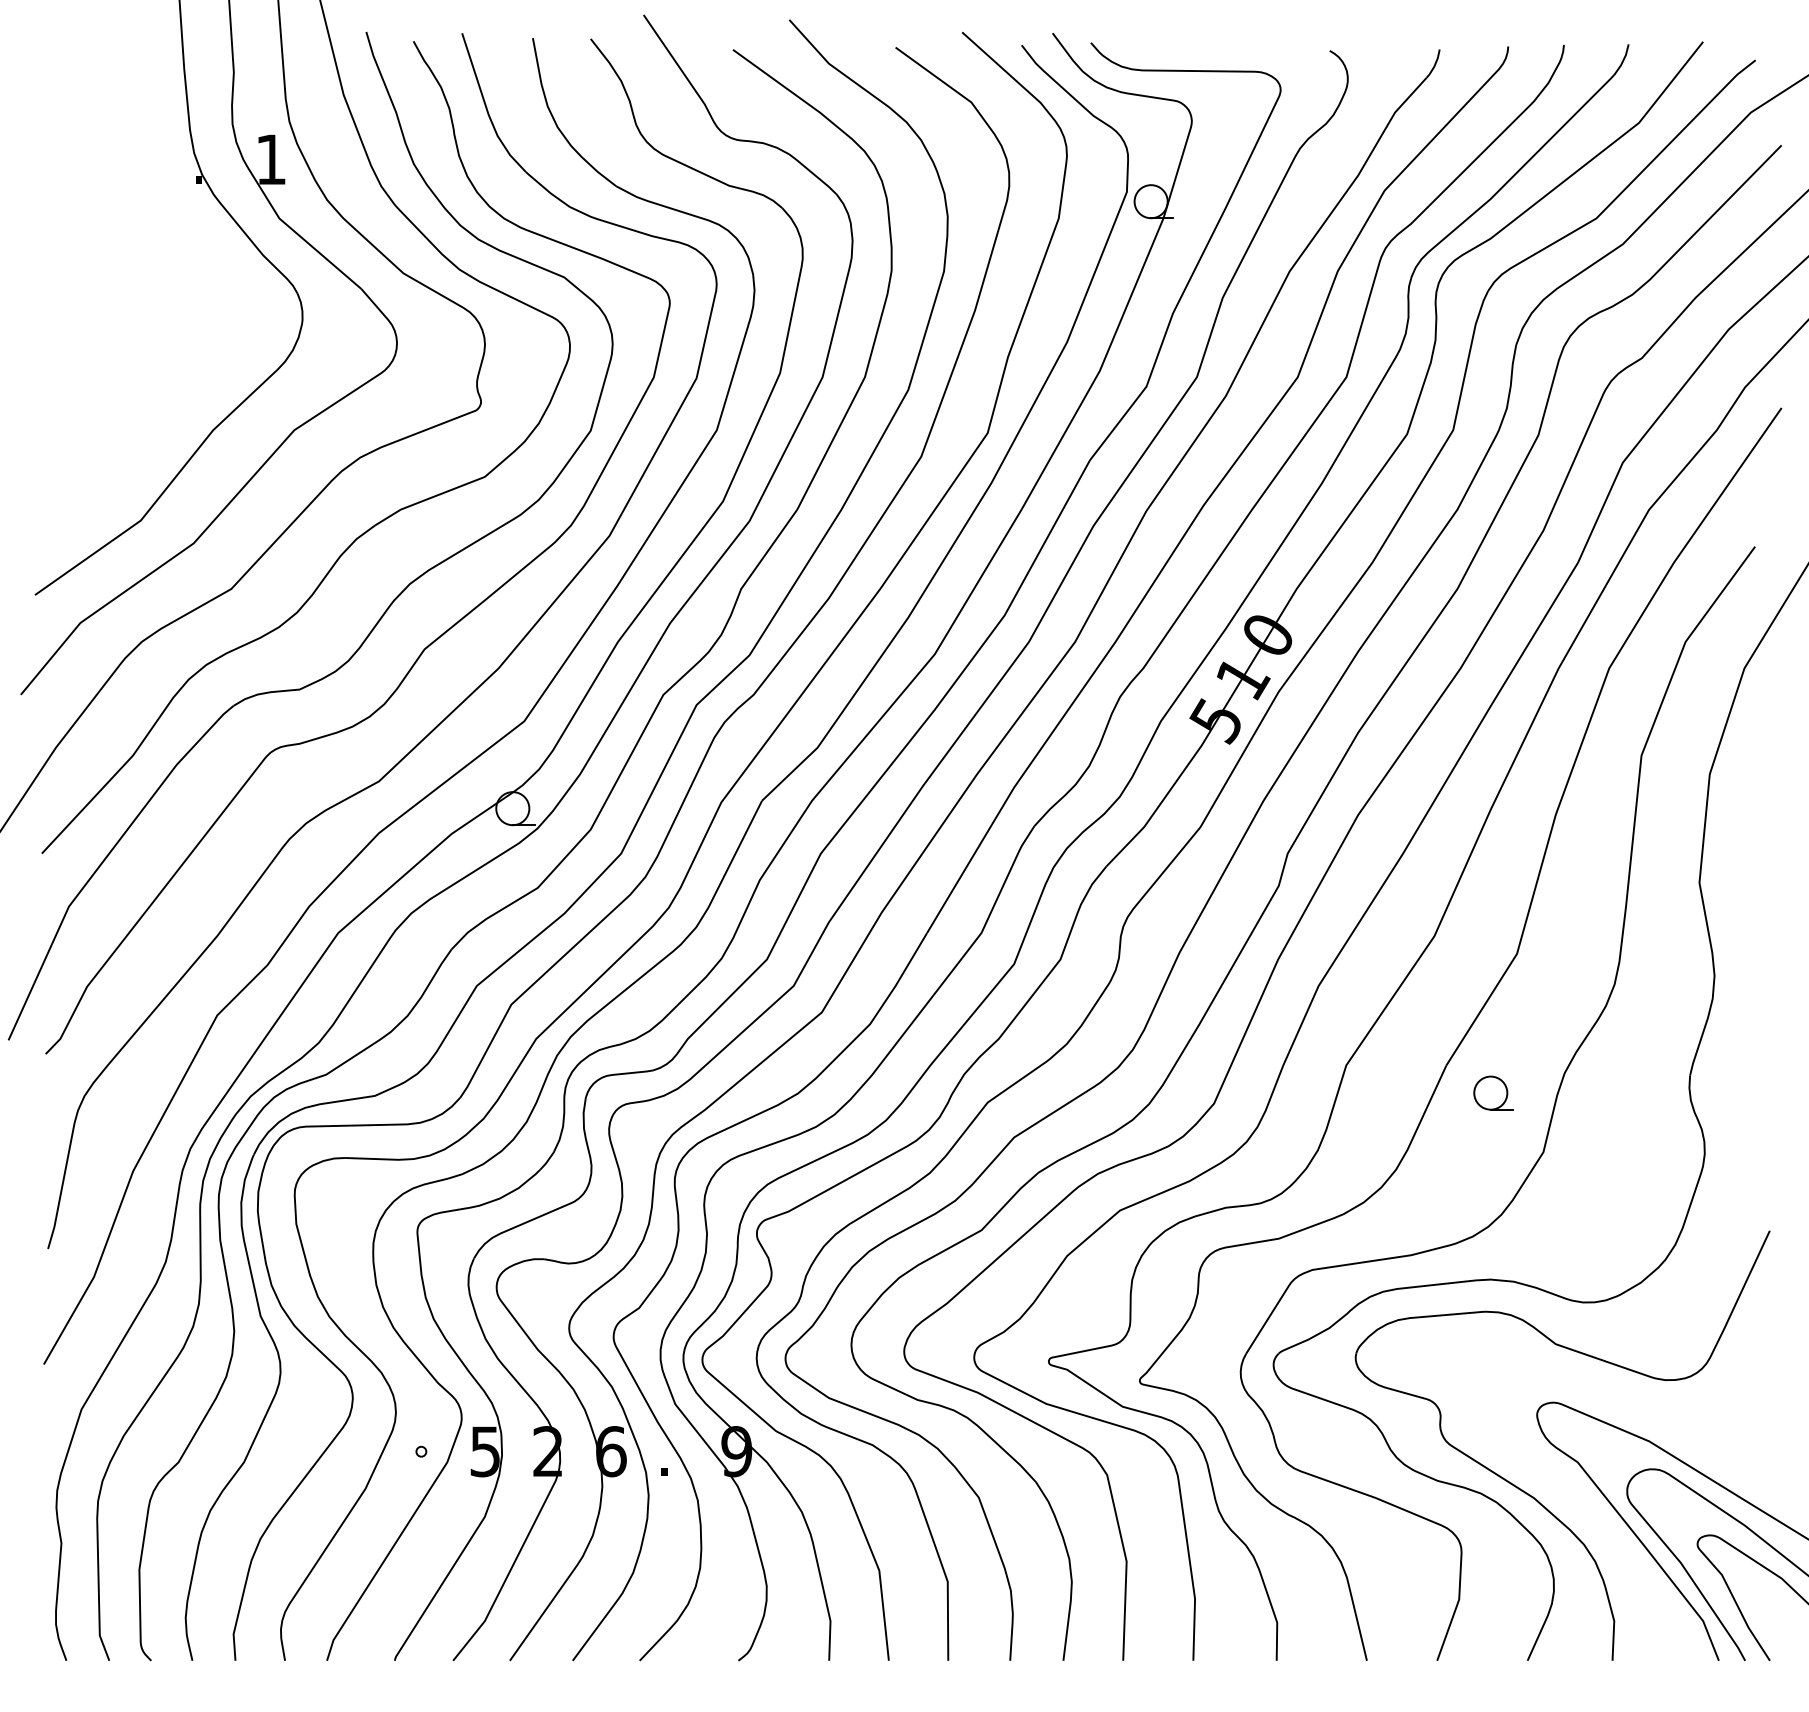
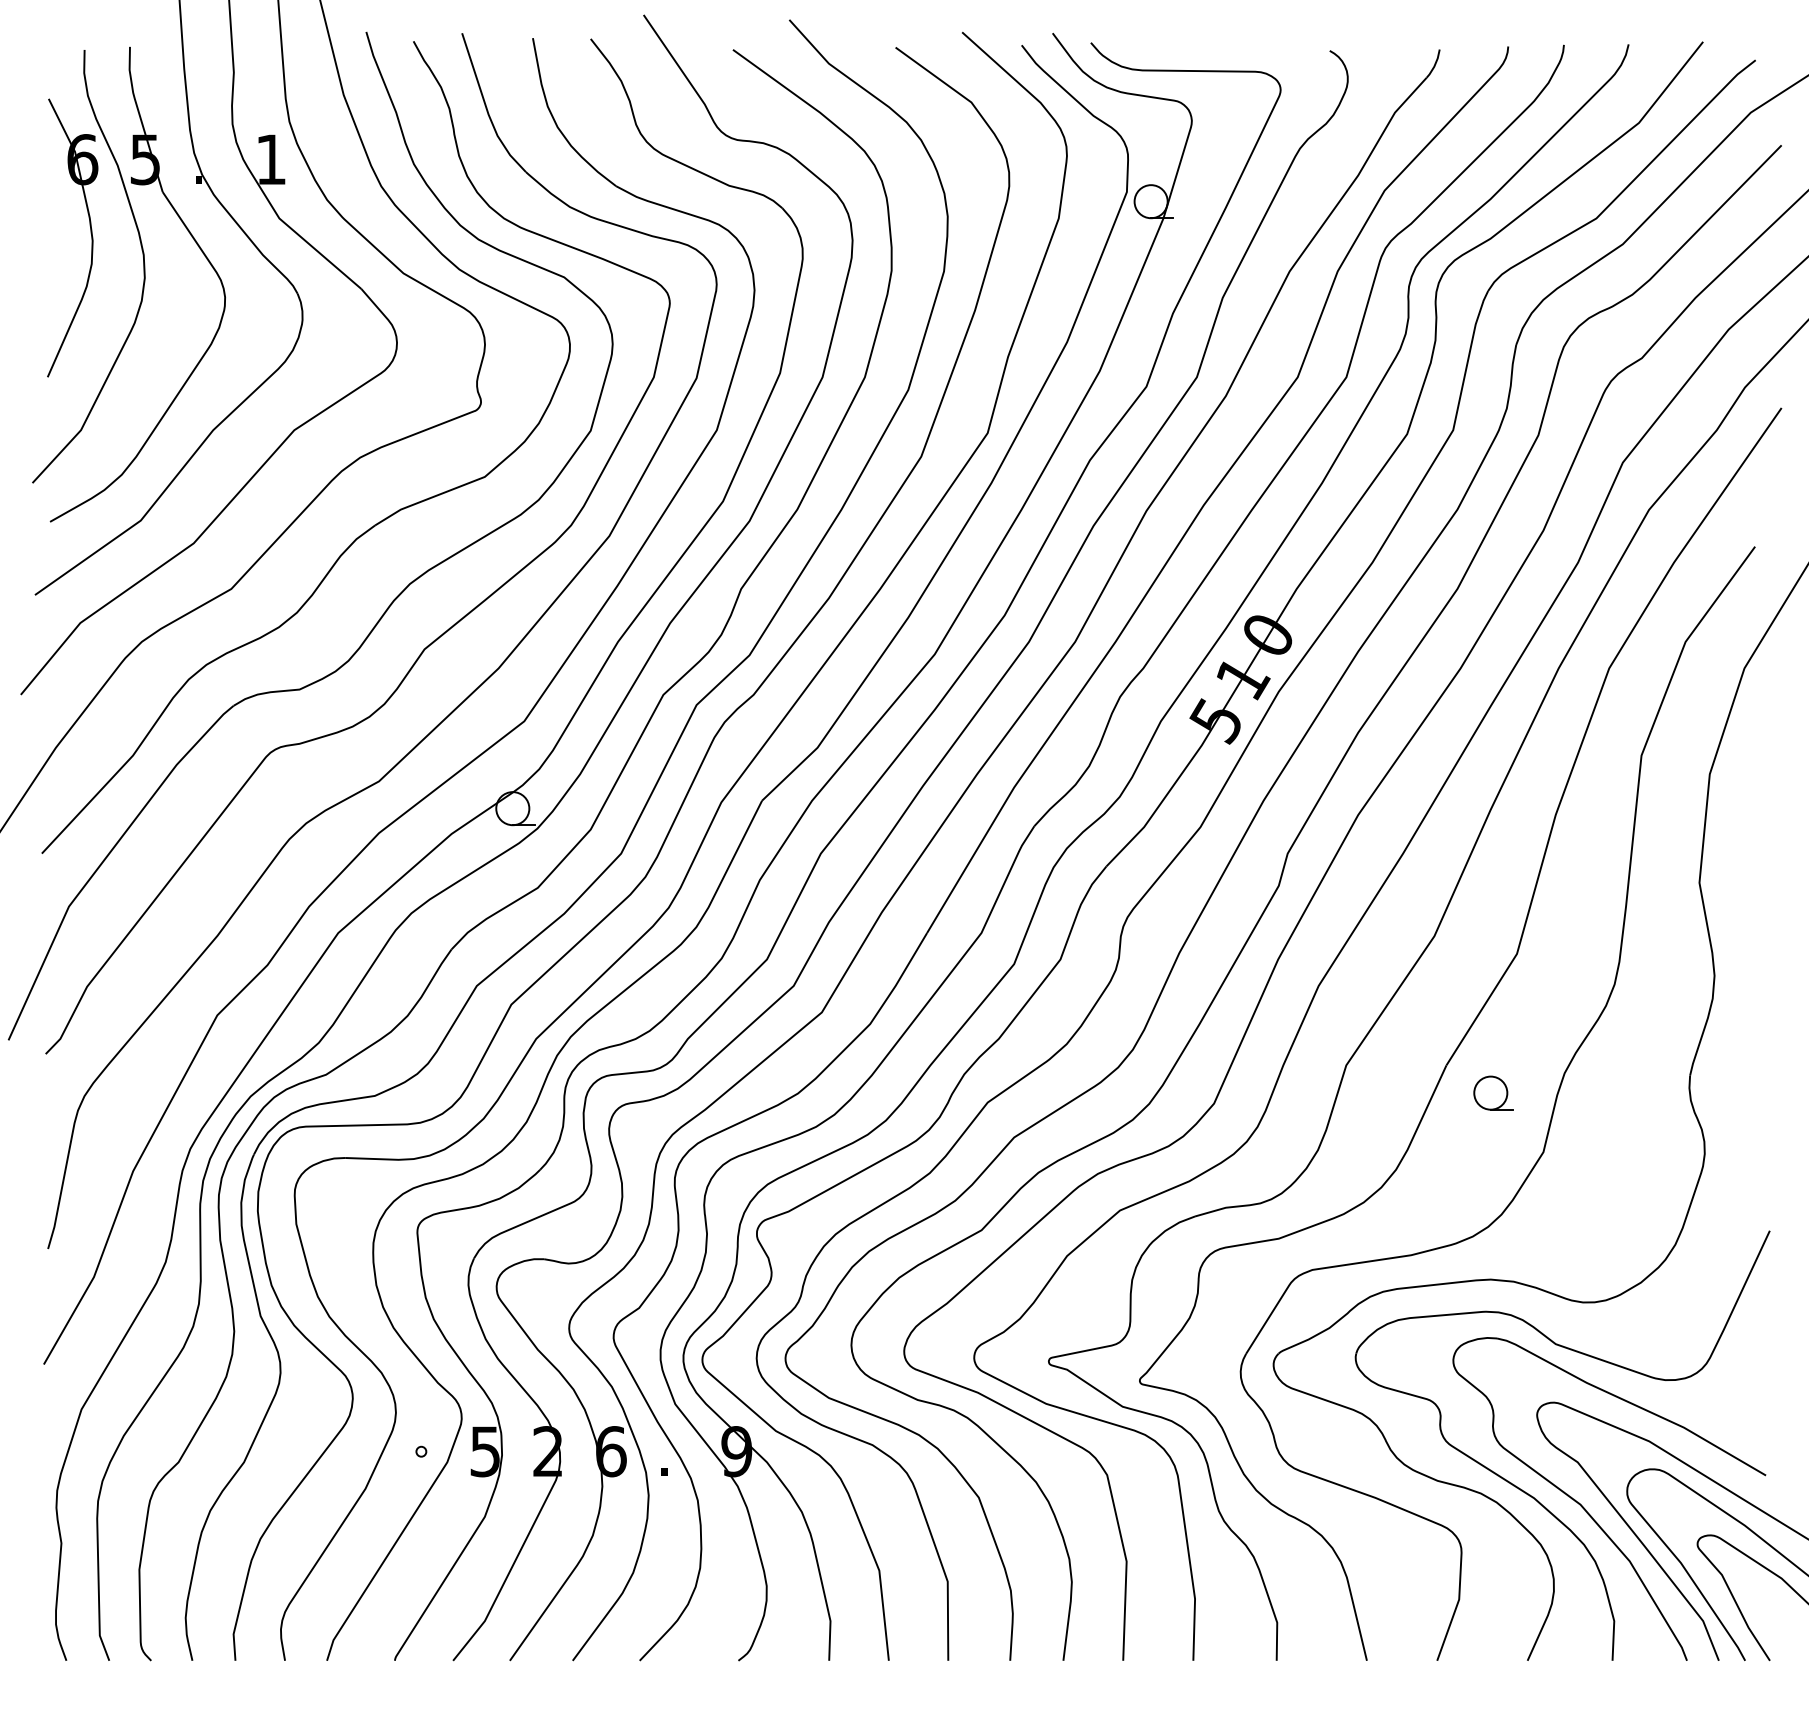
part at (142, 285): none -> present
part at (1591, 1515): none -> present
